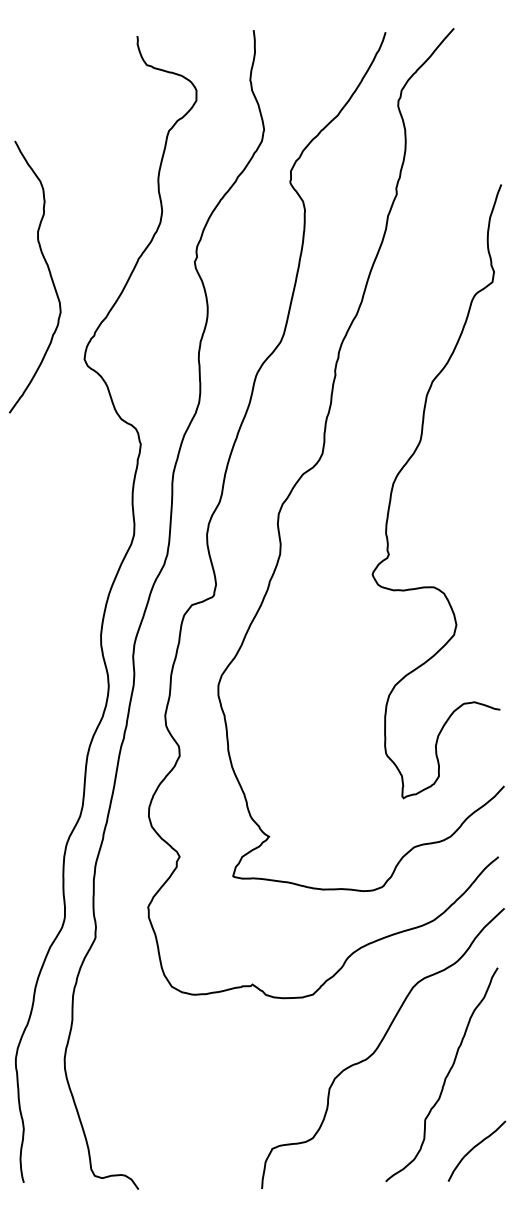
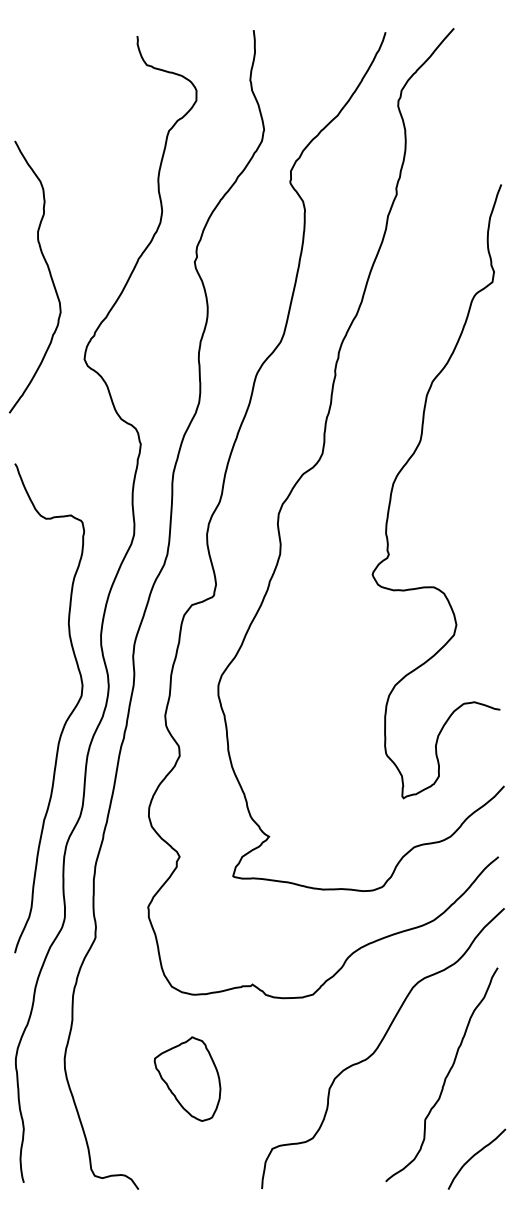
curve at (65, 720): none -> present
part at (187, 1078): none -> present
curve at (474, 1148) position: (474, 1148) -> (474, 1156)
